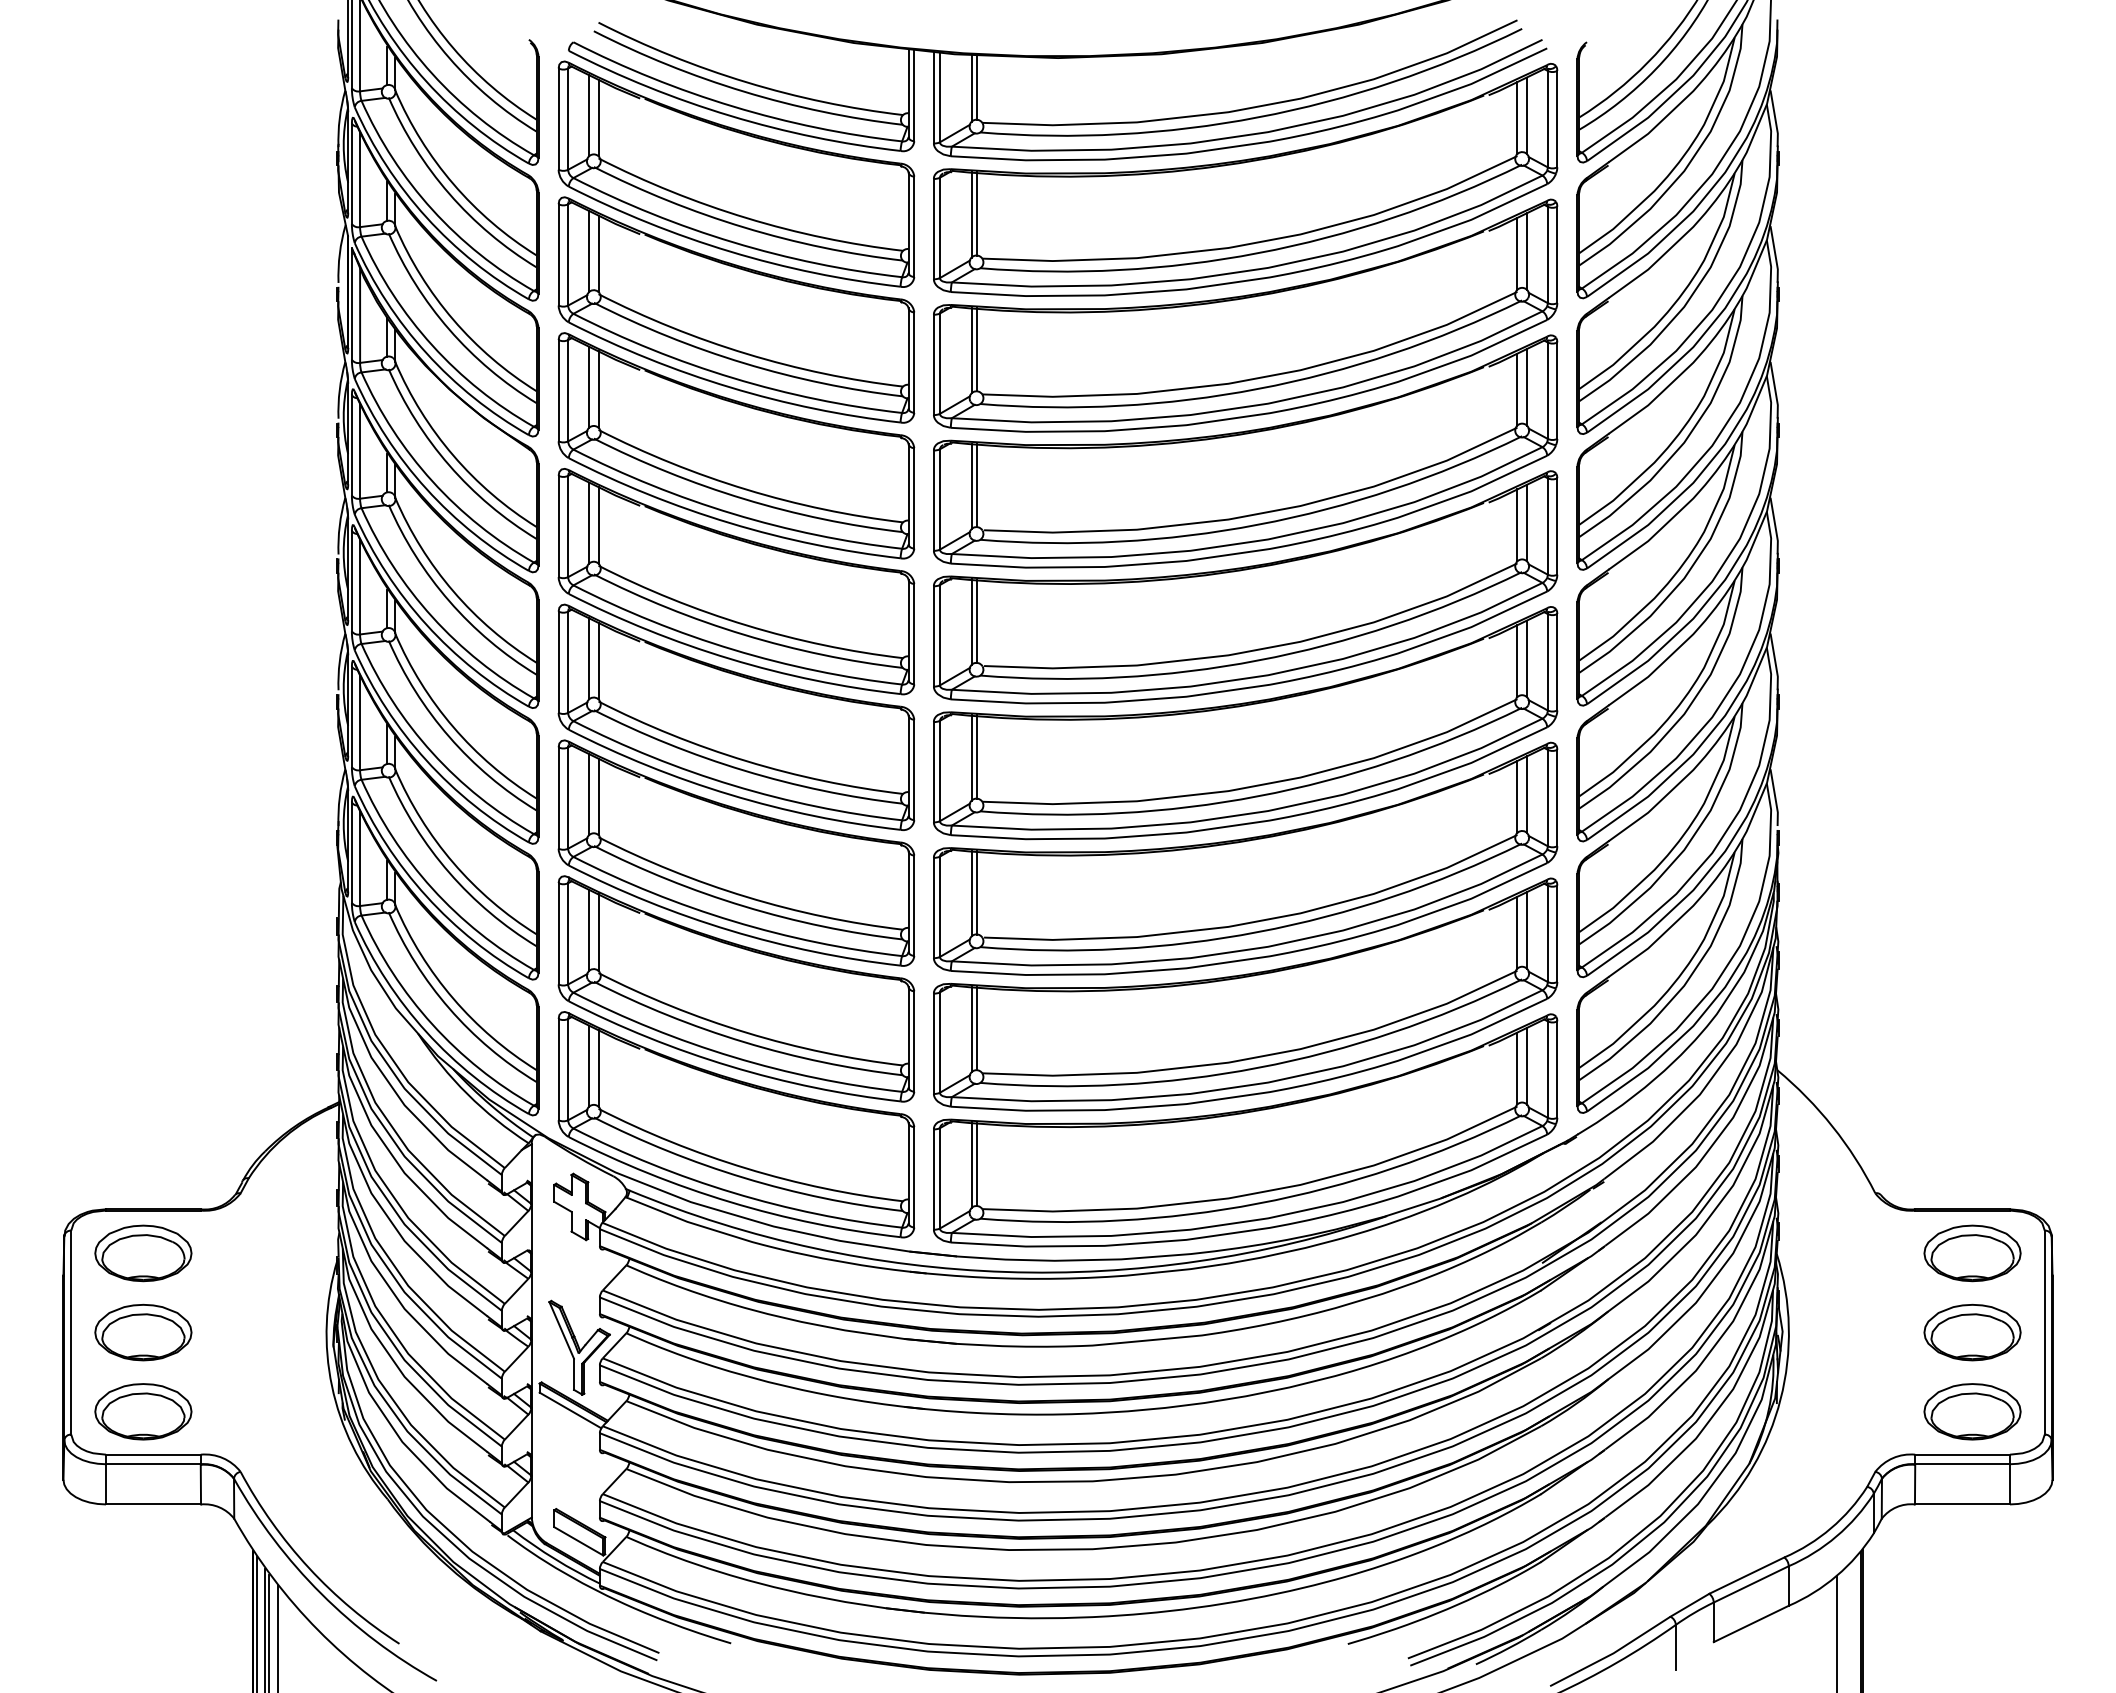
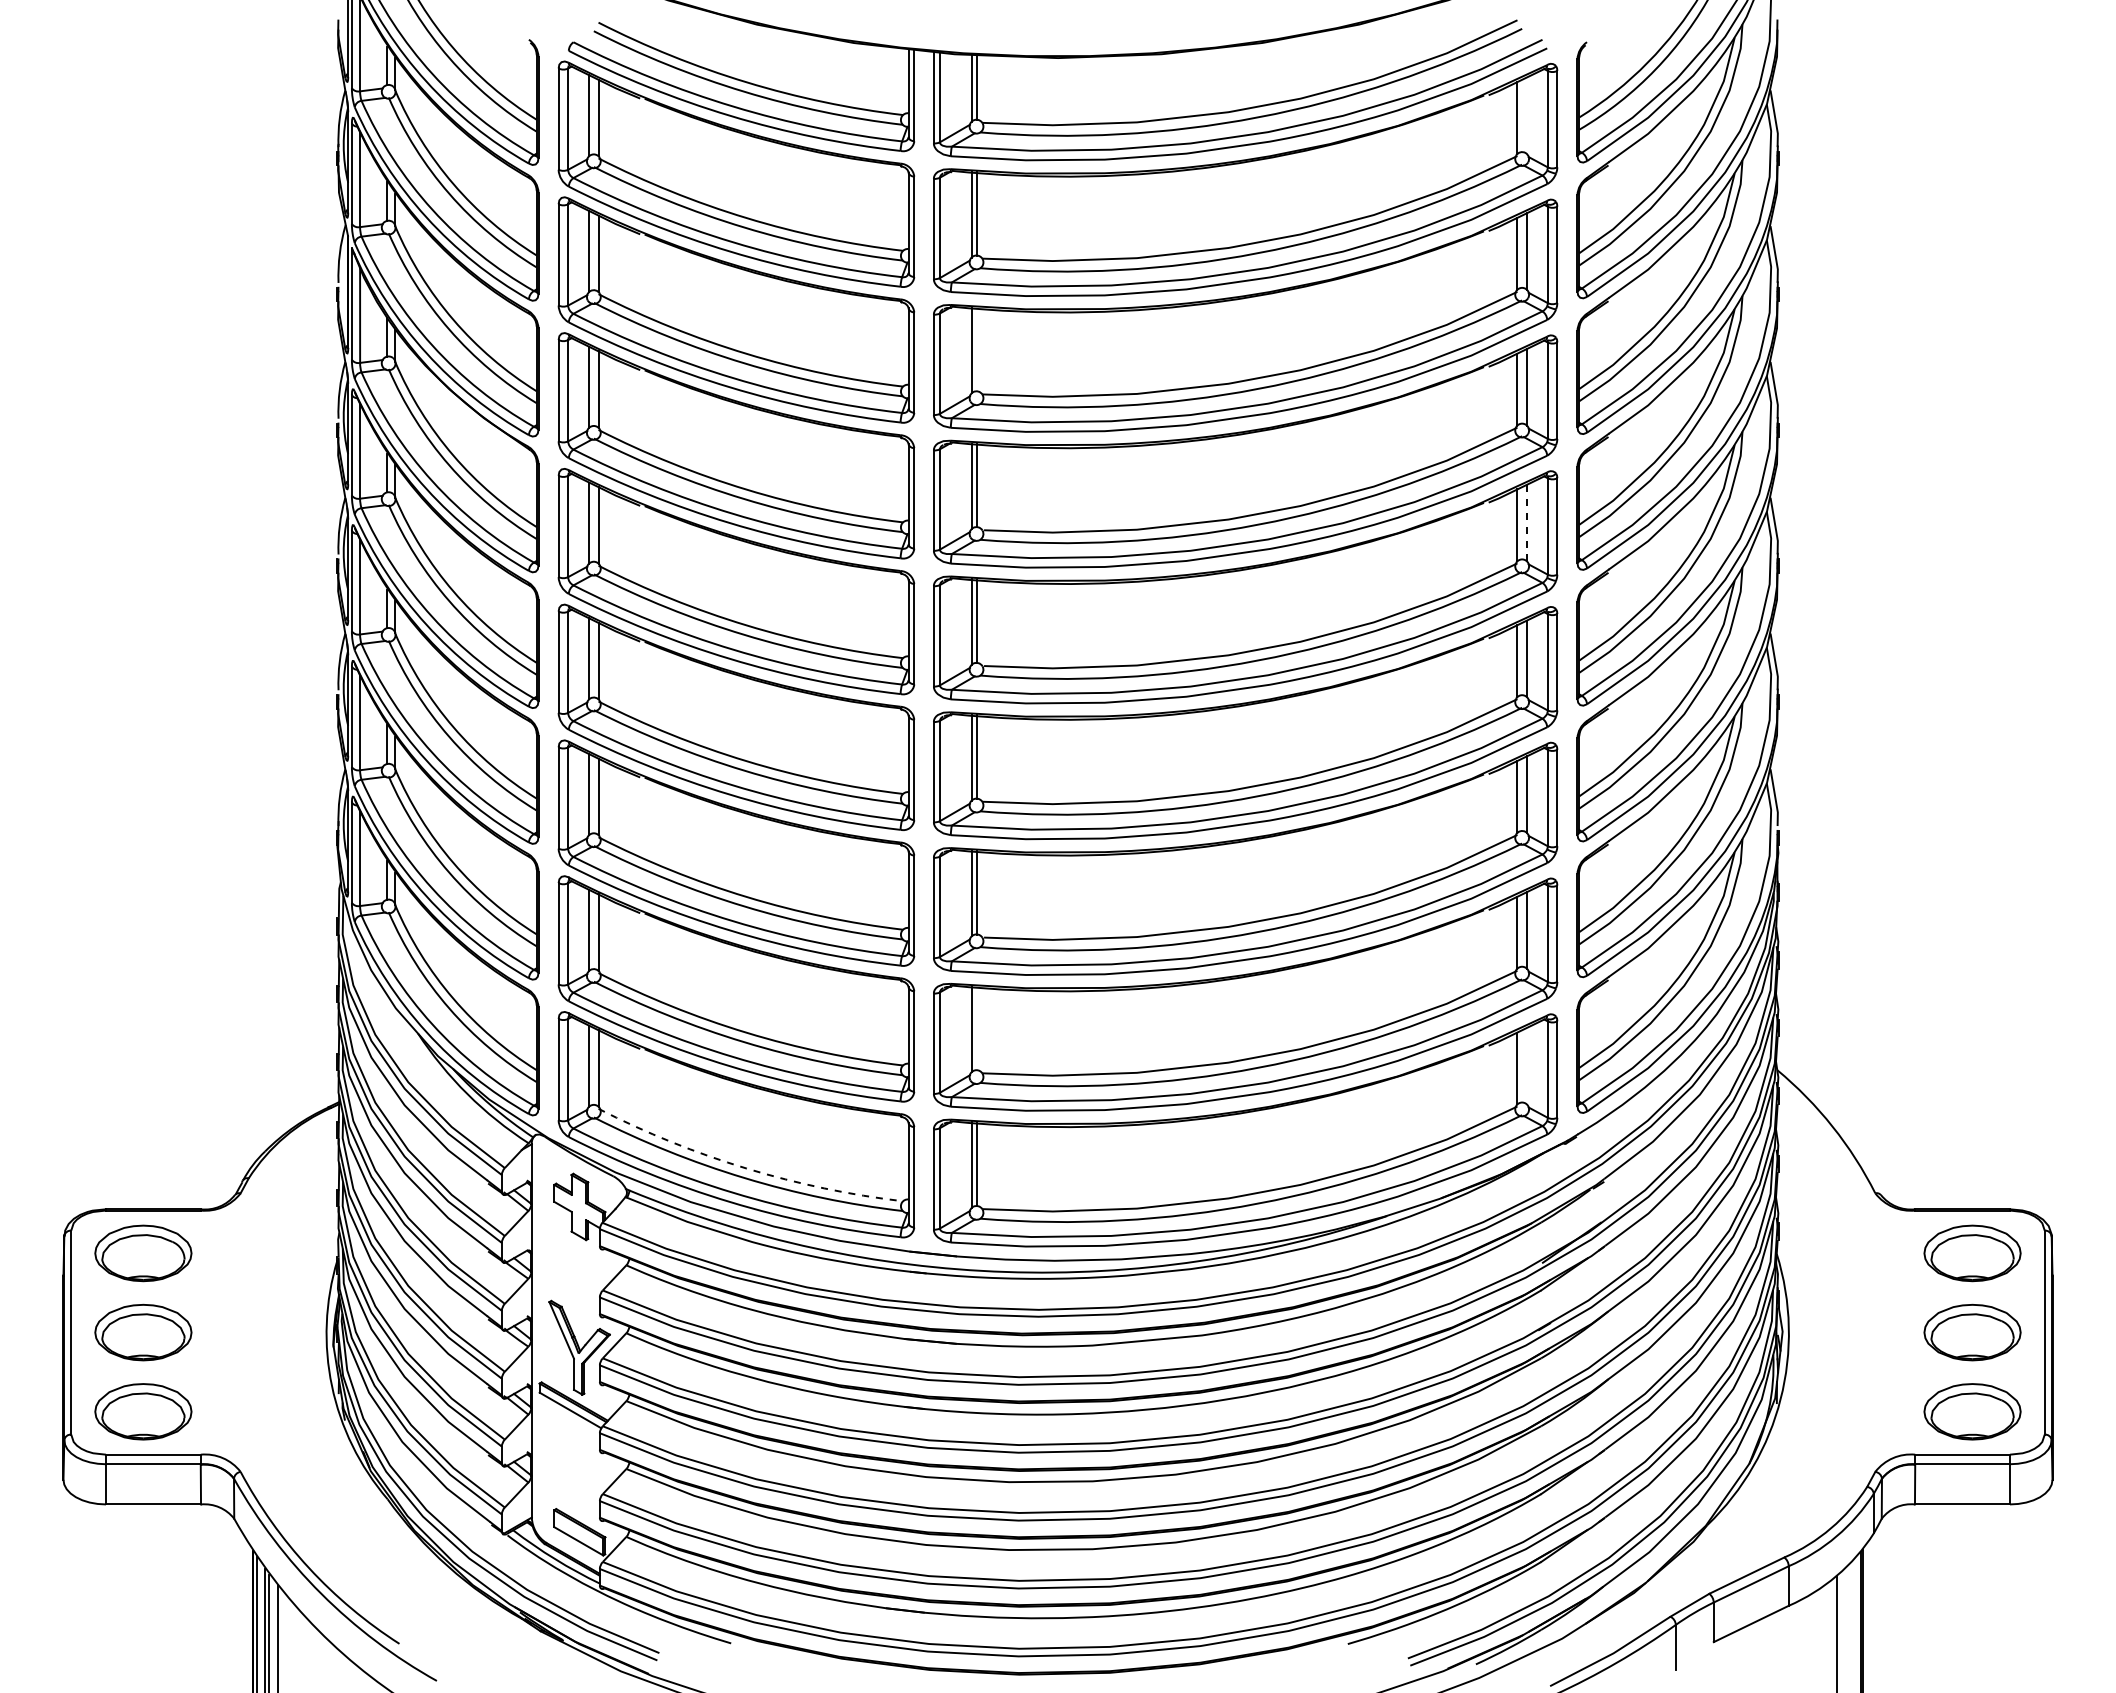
line at (1526, 115): present -> none
line at (977, 349): present -> none
line at (1526, 523): solid -> dashed
line at (977, 1028): present -> none
line at (1526, 1065): present -> none
arc at (746, 1168): solid -> dashed
